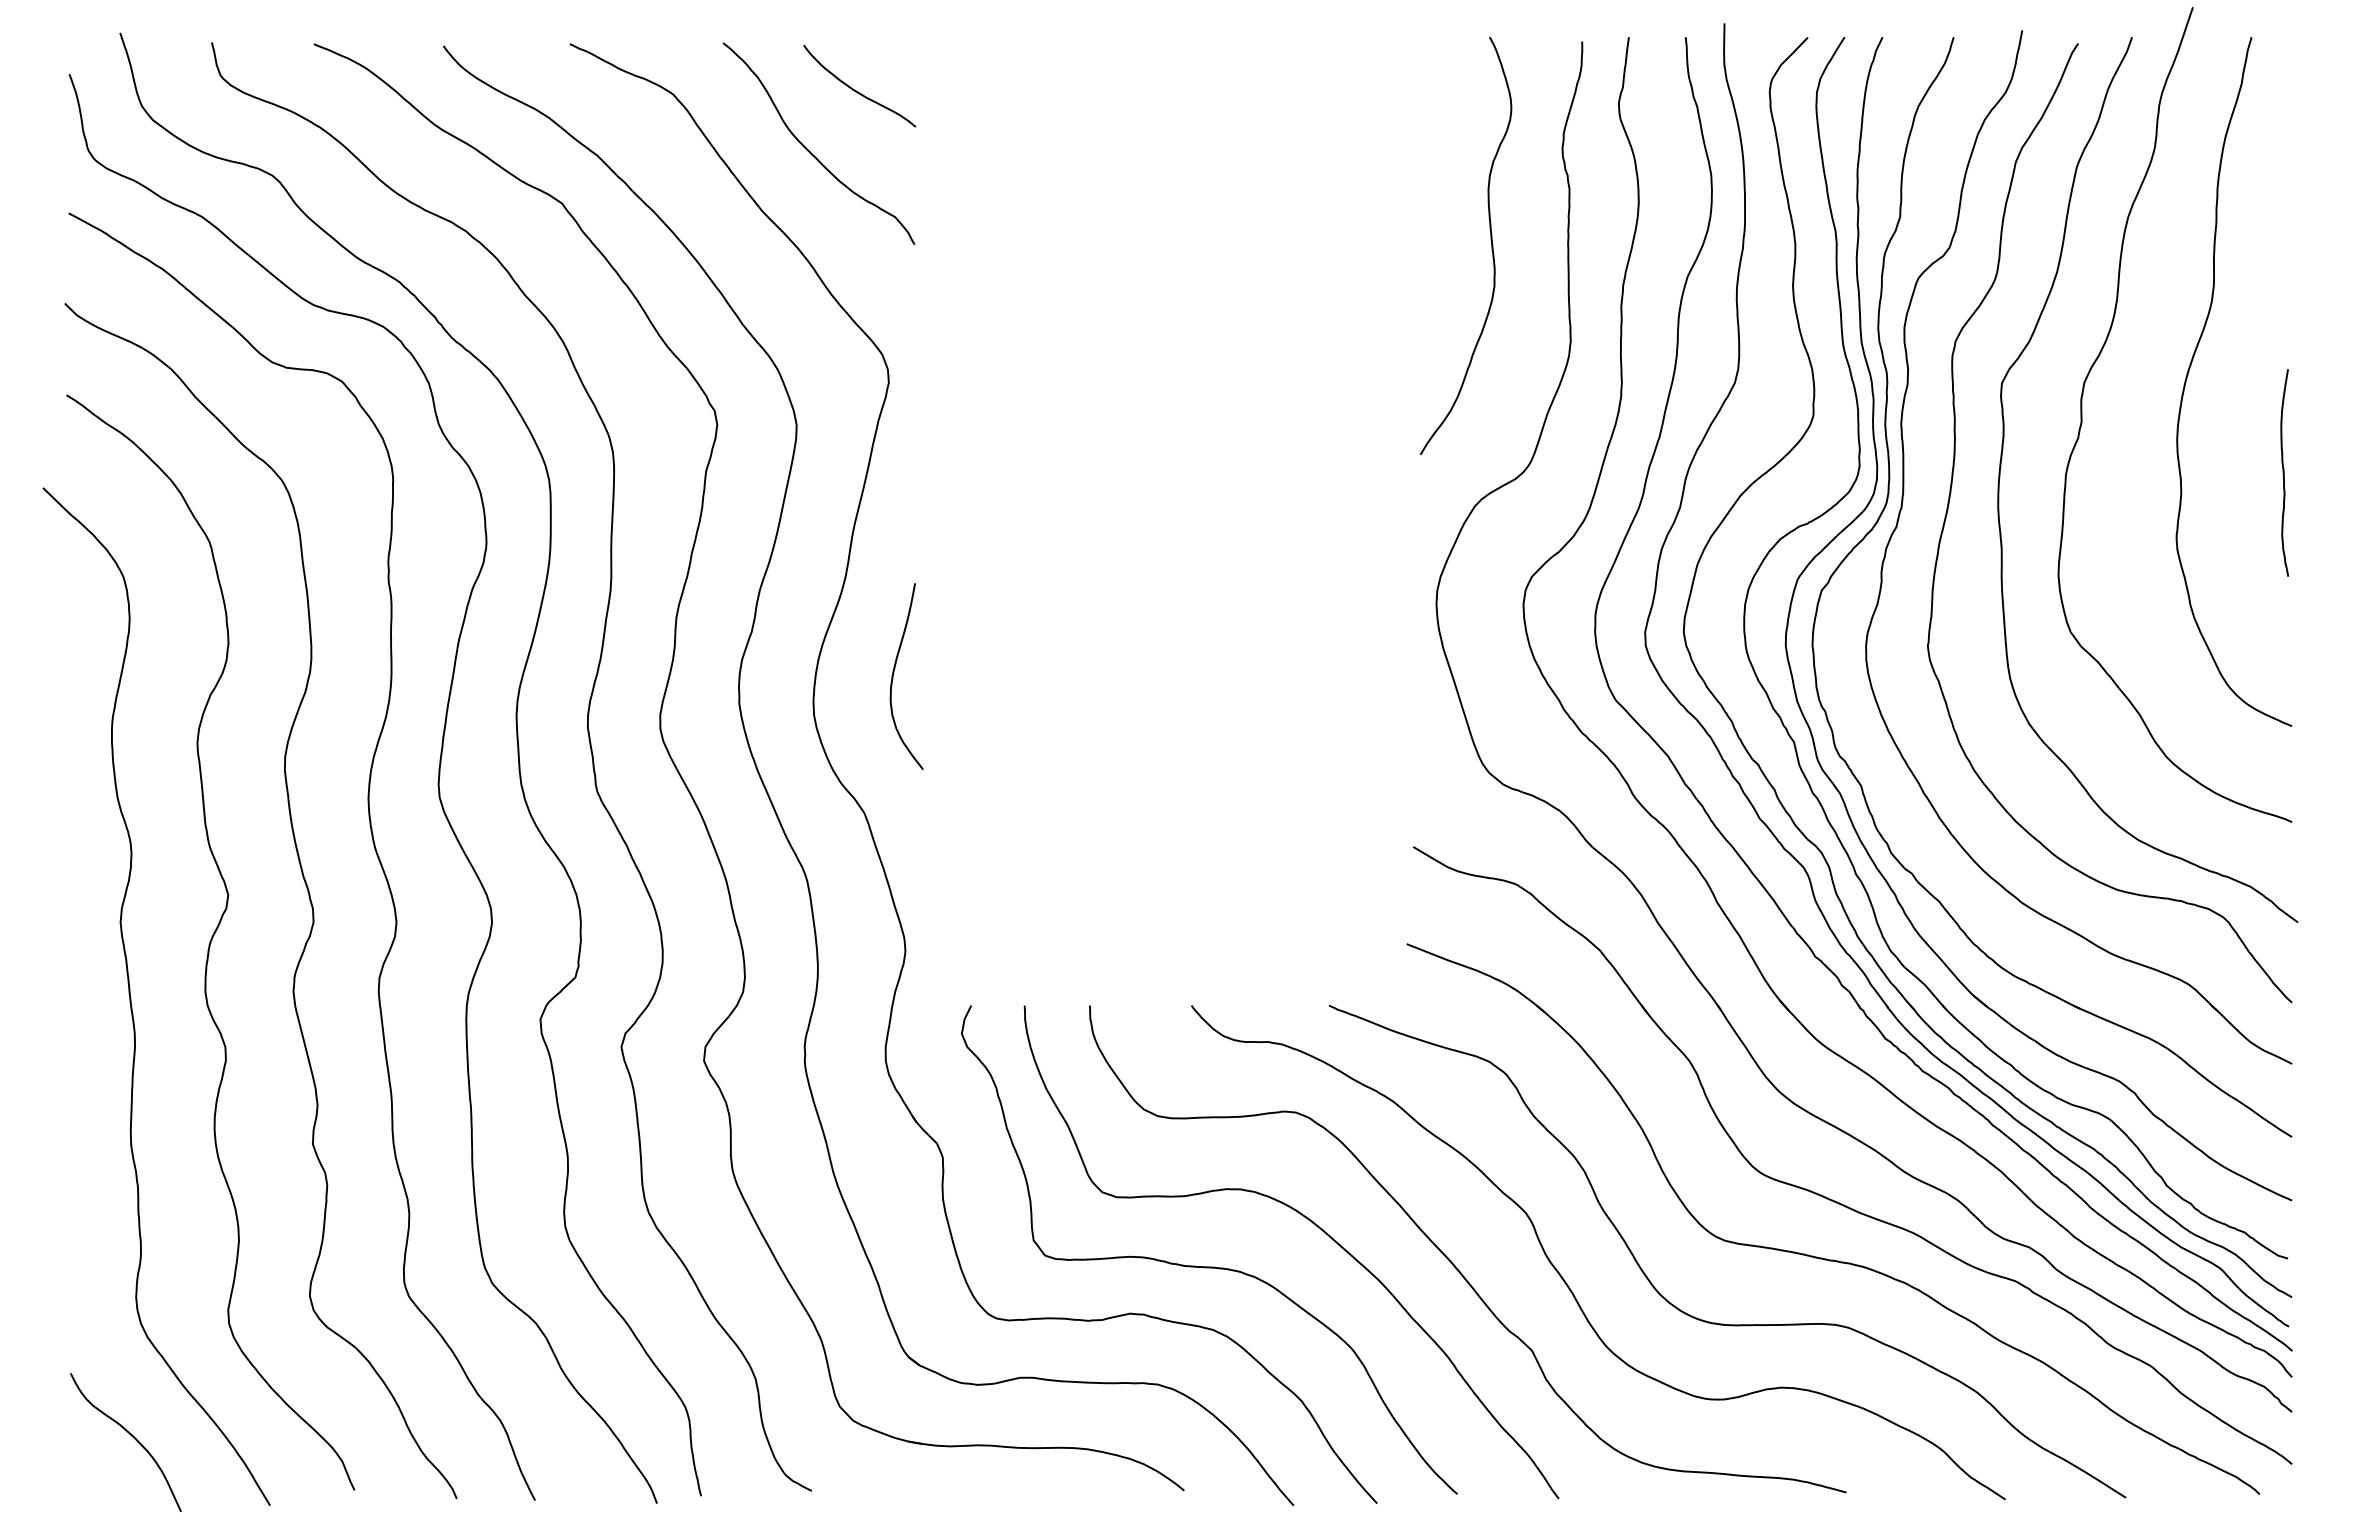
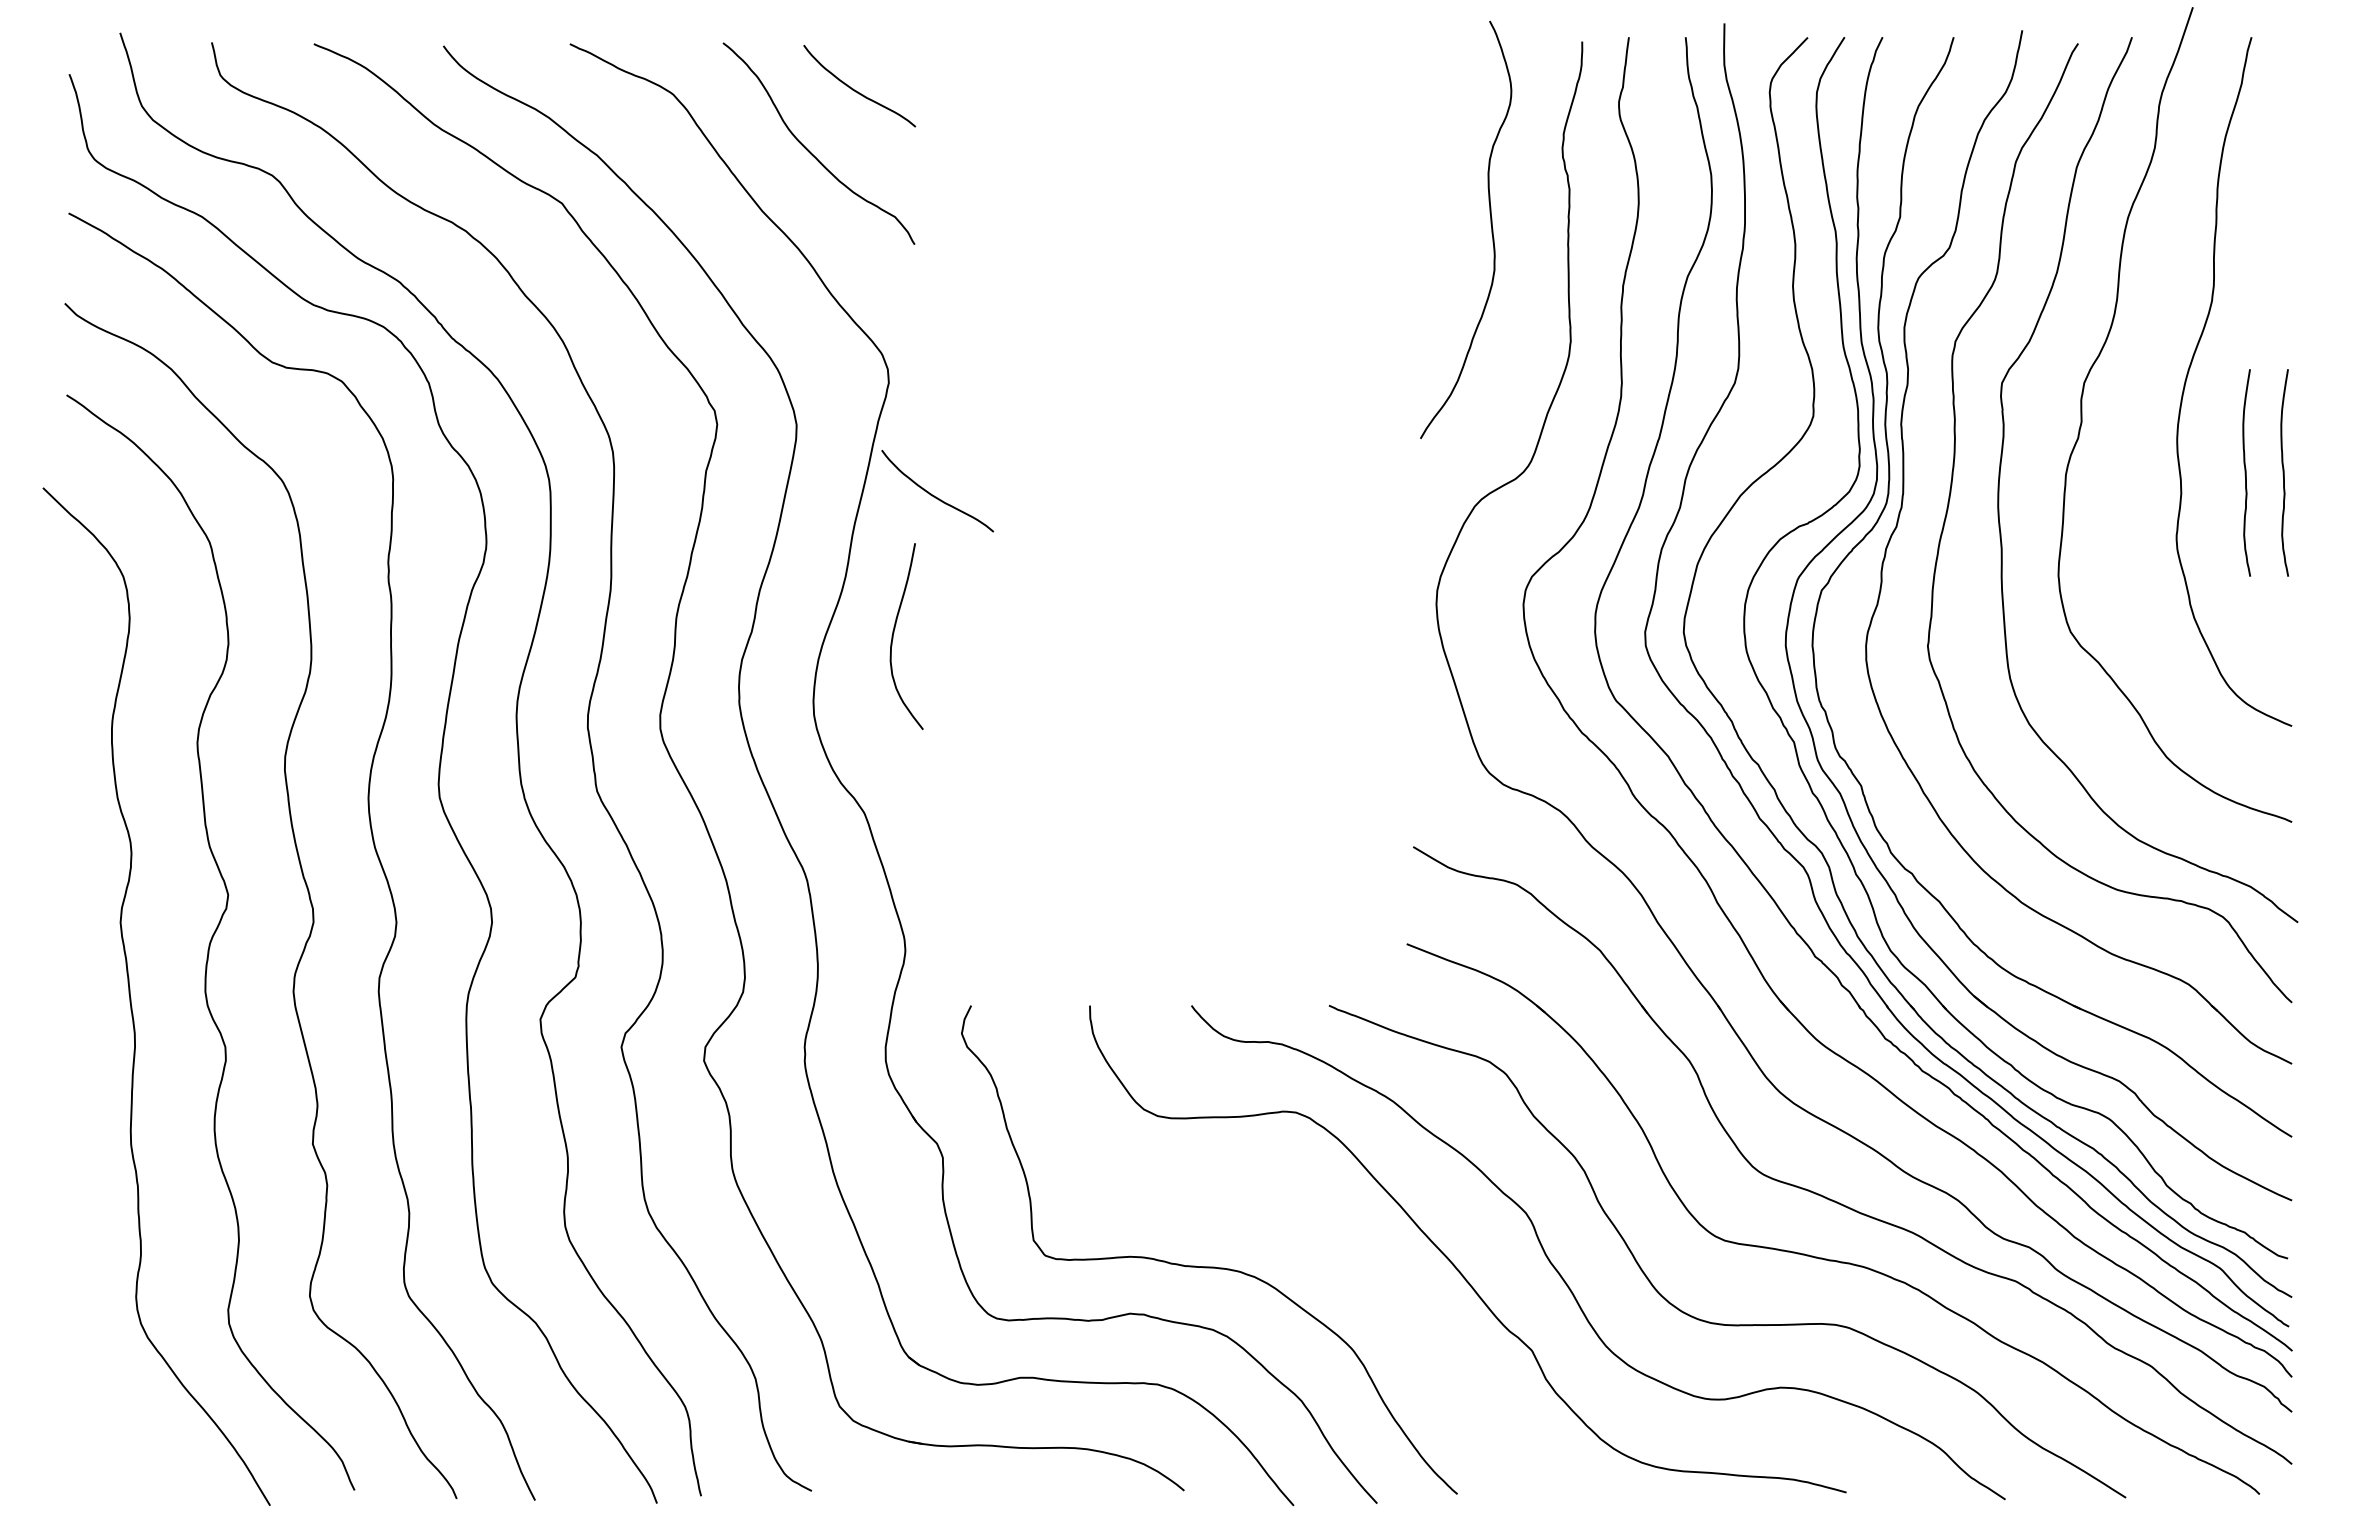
curve at (1490, 240) position: (1490, 240) -> (1490, 224)
curve at (2246, 472): none -> present
curve at (934, 495): none -> present
curve at (894, 672) position: (894, 672) -> (894, 632)
curve at (1313, 1224): present -> none
curve at (131, 1436): present -> none
